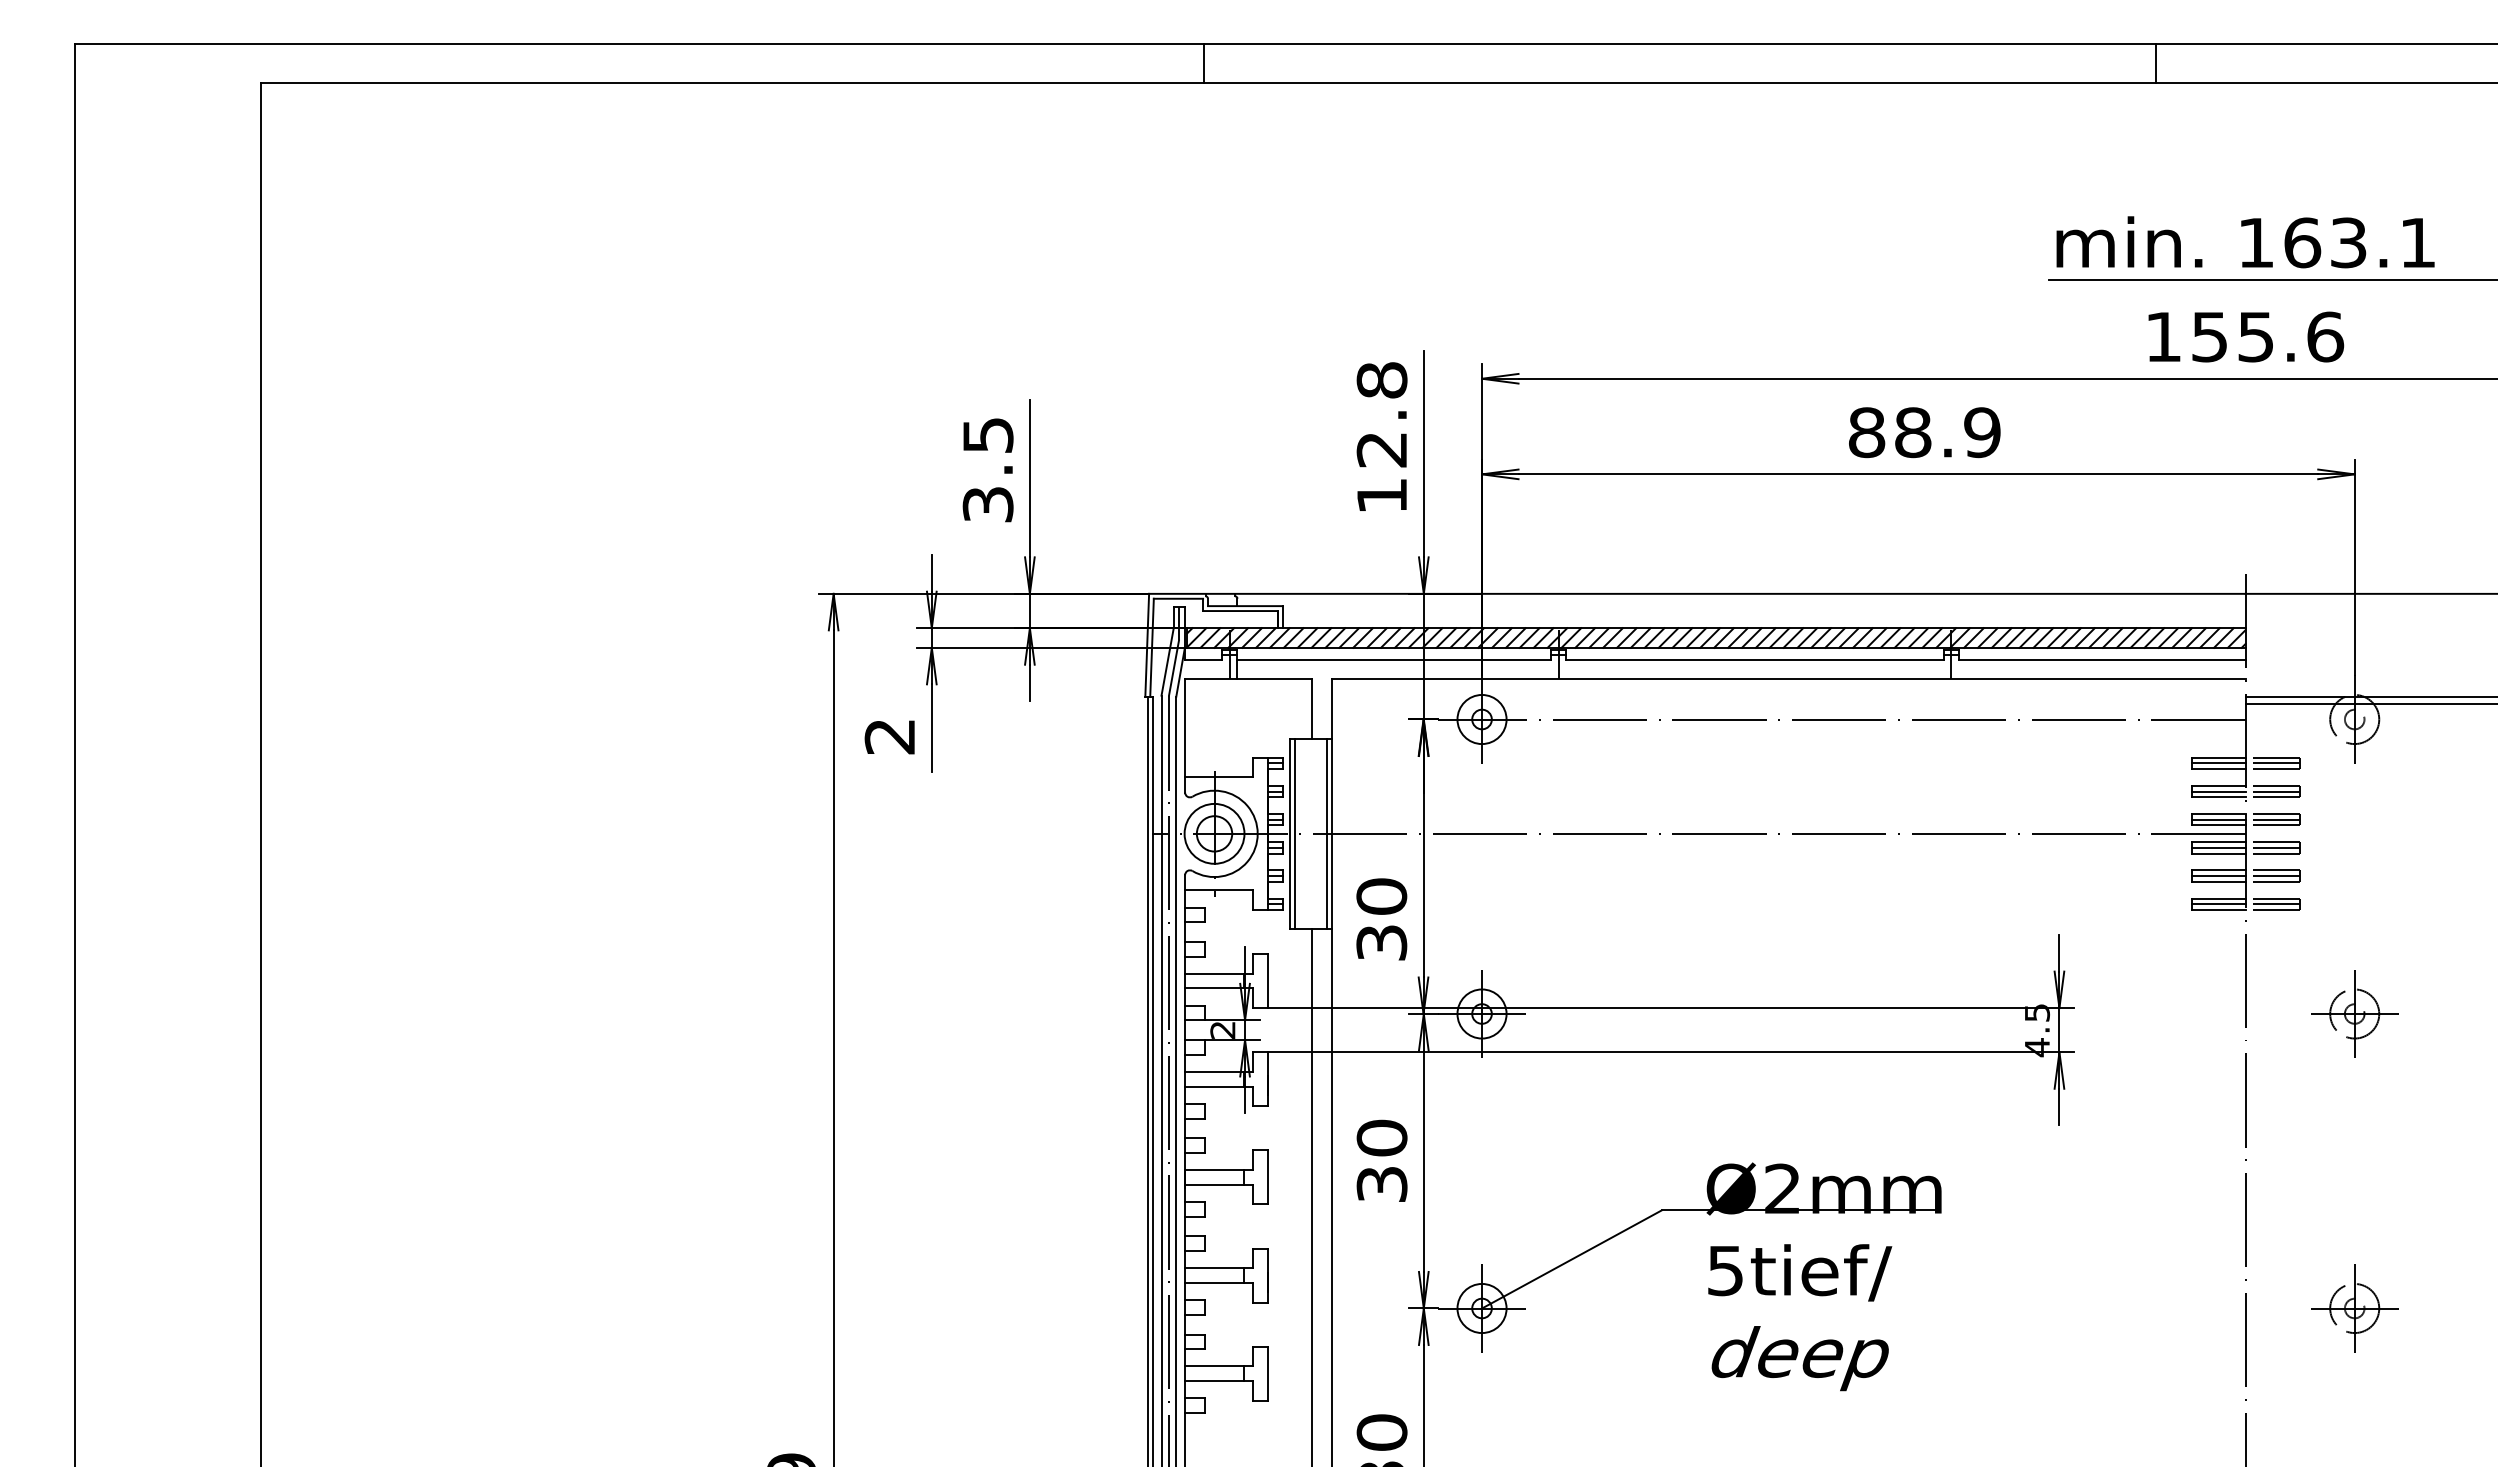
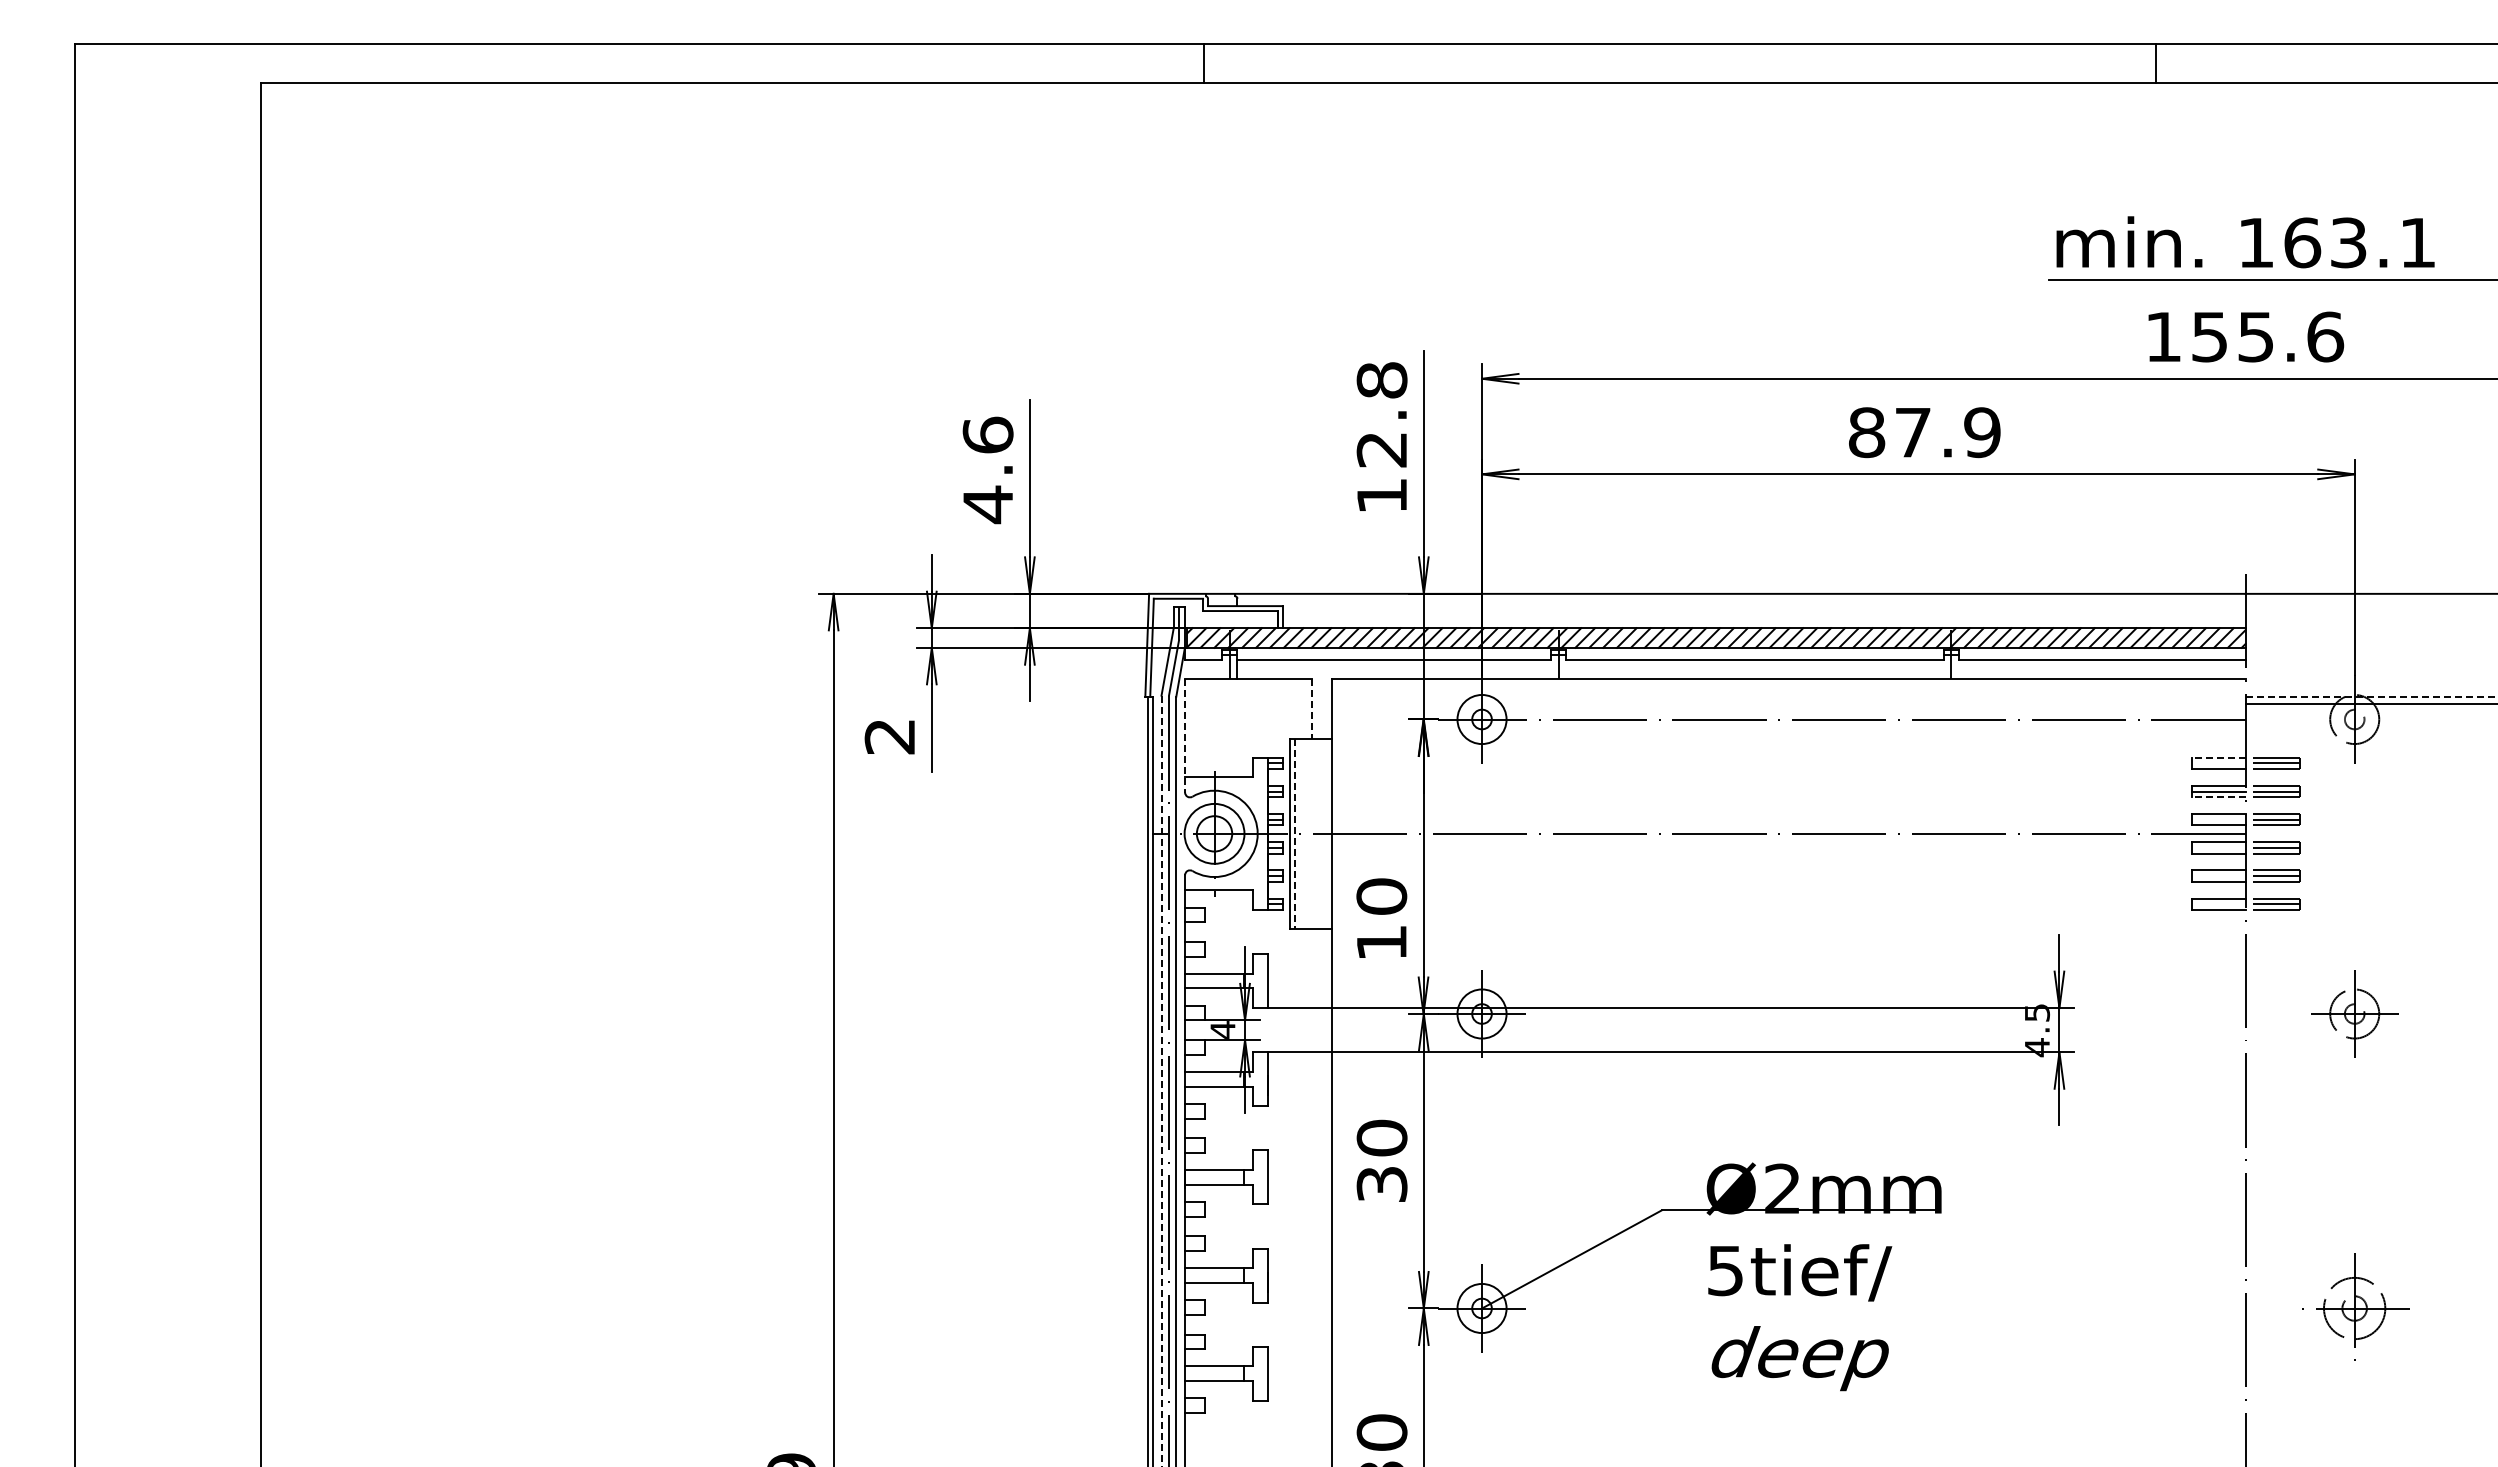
text at (1913, 432): 88.9 -> 87.9
text at (987, 470): 3.5 -> 4.6
line at (2371, 696): solid -> dashed
line at (1312, 708): solid -> dashed
line at (1185, 735): solid -> dashed
line at (2218, 757): solid -> dashed
line at (2218, 763): present -> none
line at (2218, 797): solid -> dashed
line at (2218, 819): present -> none
line at (1326, 833): present -> none
line at (1294, 834): solid -> dashed
line at (2218, 847): present -> none
line at (2218, 876): present -> none
line at (2218, 904): present -> none
text at (1381, 942): 30 -> 10
text at (1222, 1029): 2 -> 4
line at (1161, 1081): solid -> dashed
line at (1312, 1196): present -> none
part at (2354, 1308) size: 88x89 px -> 108x108 px
